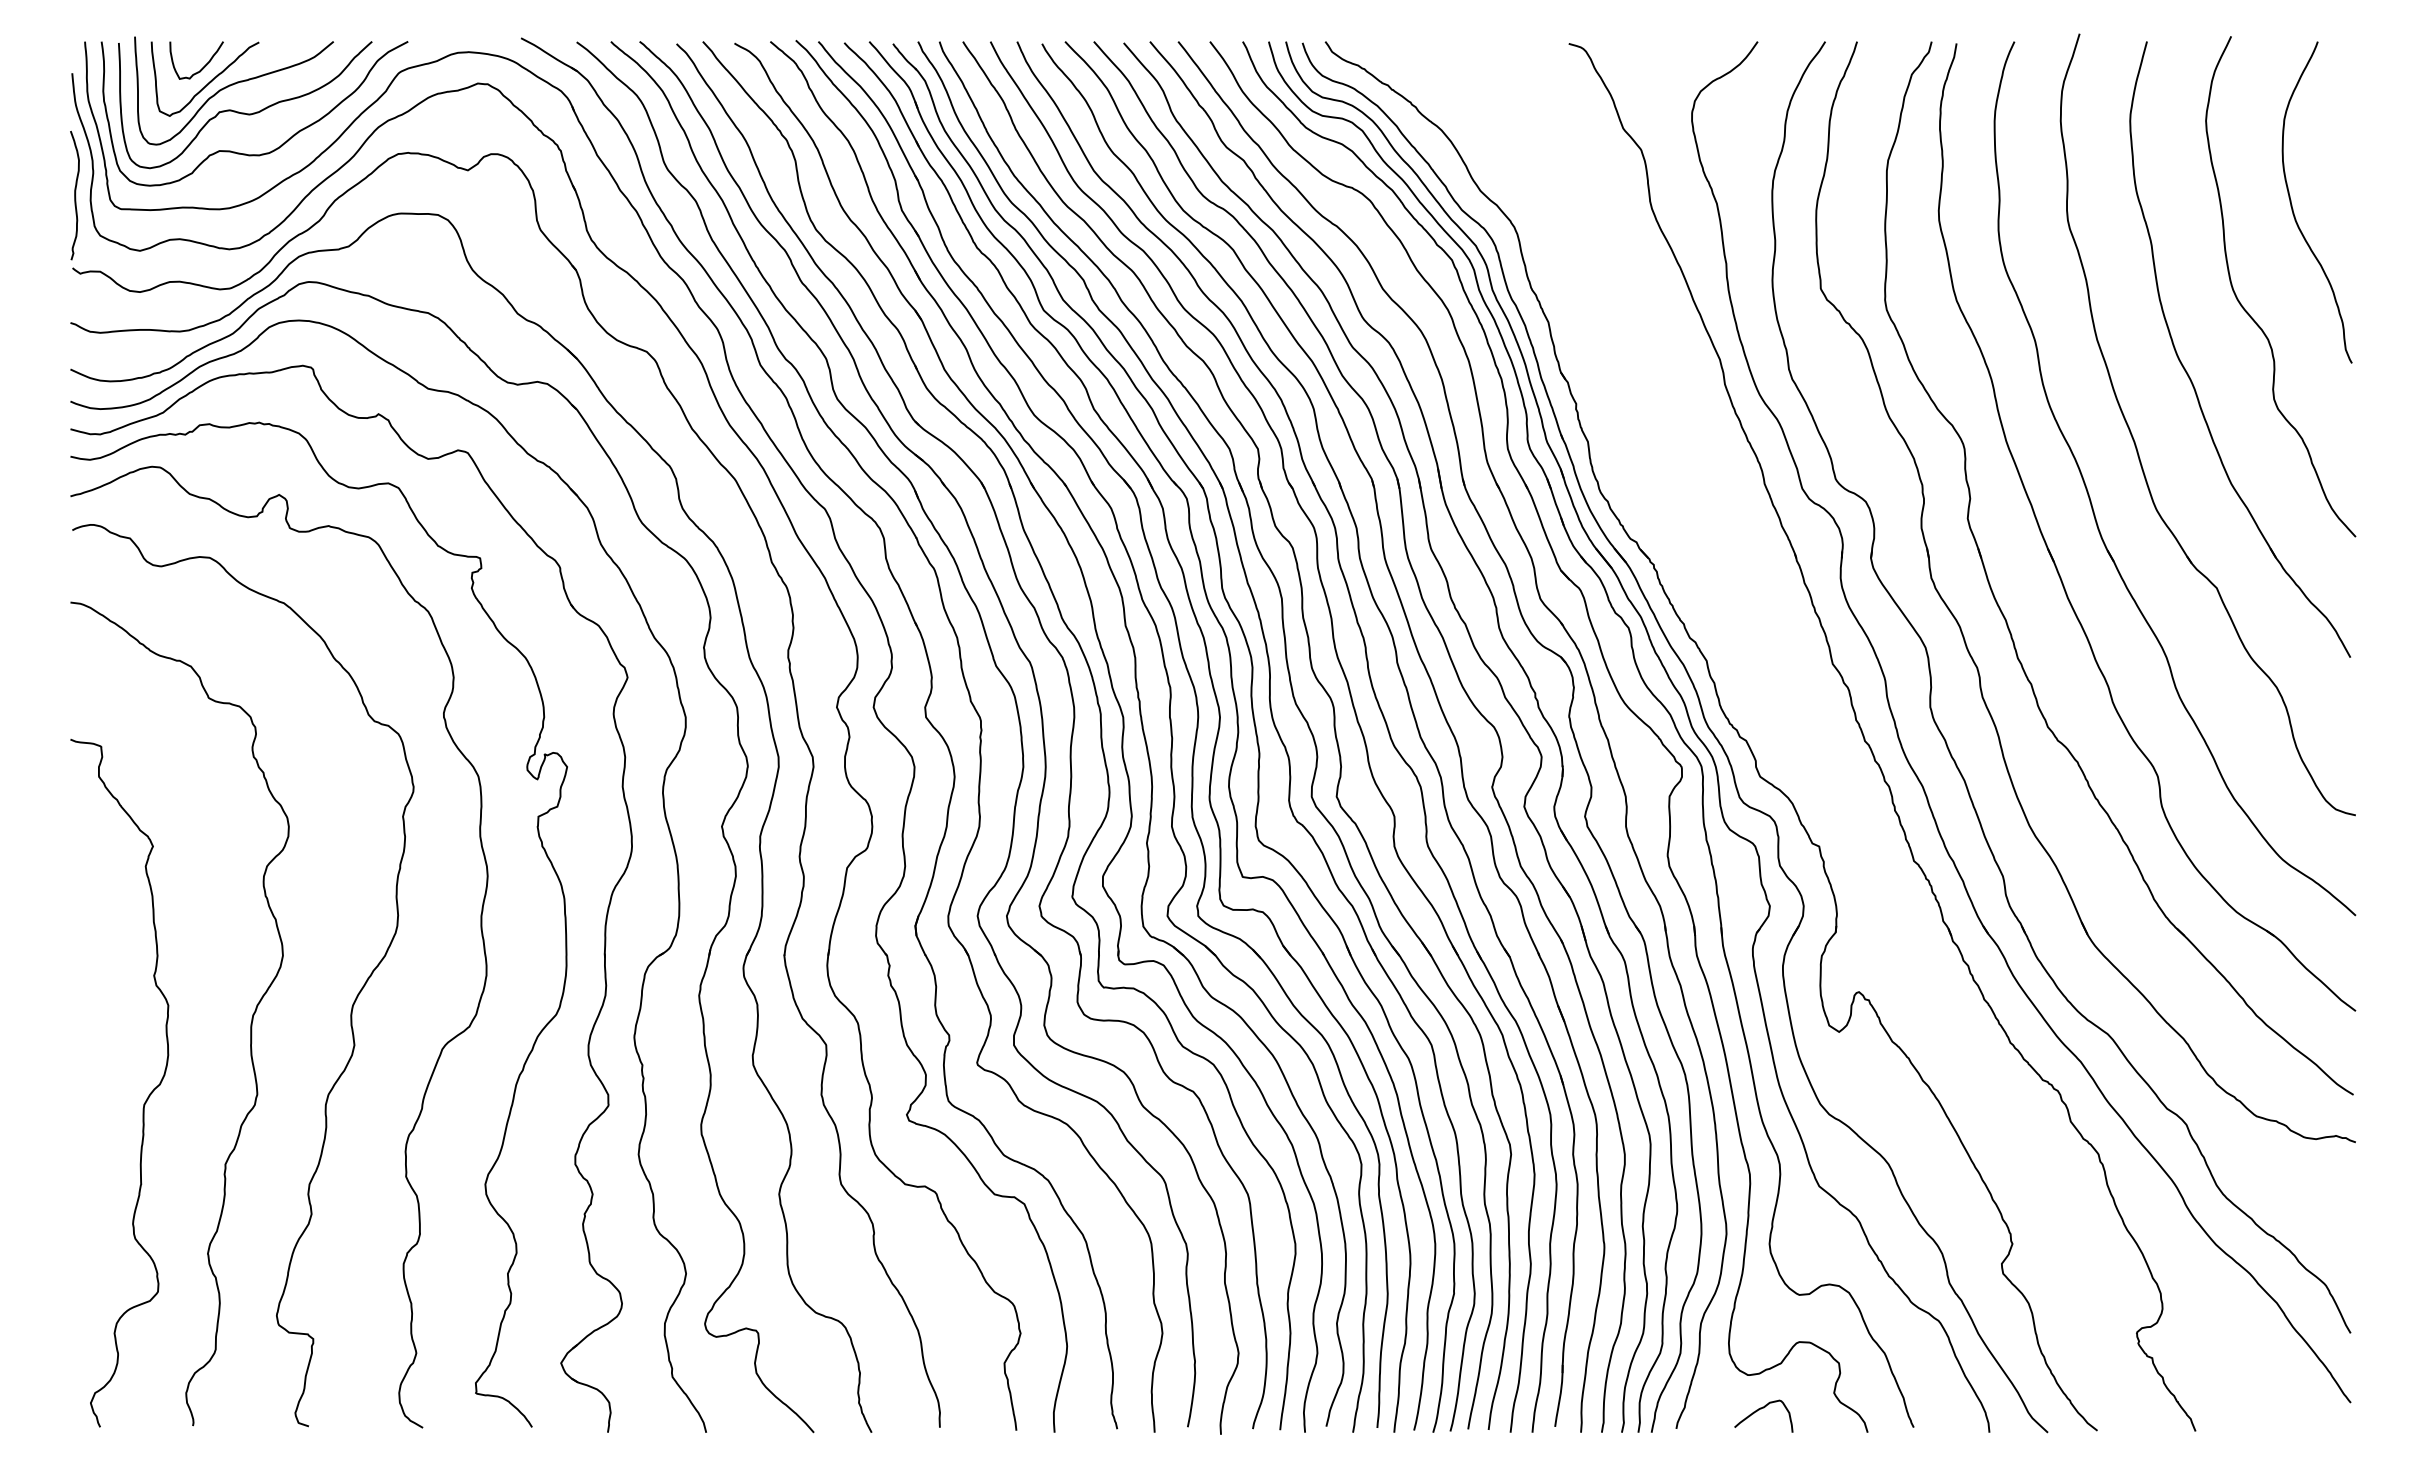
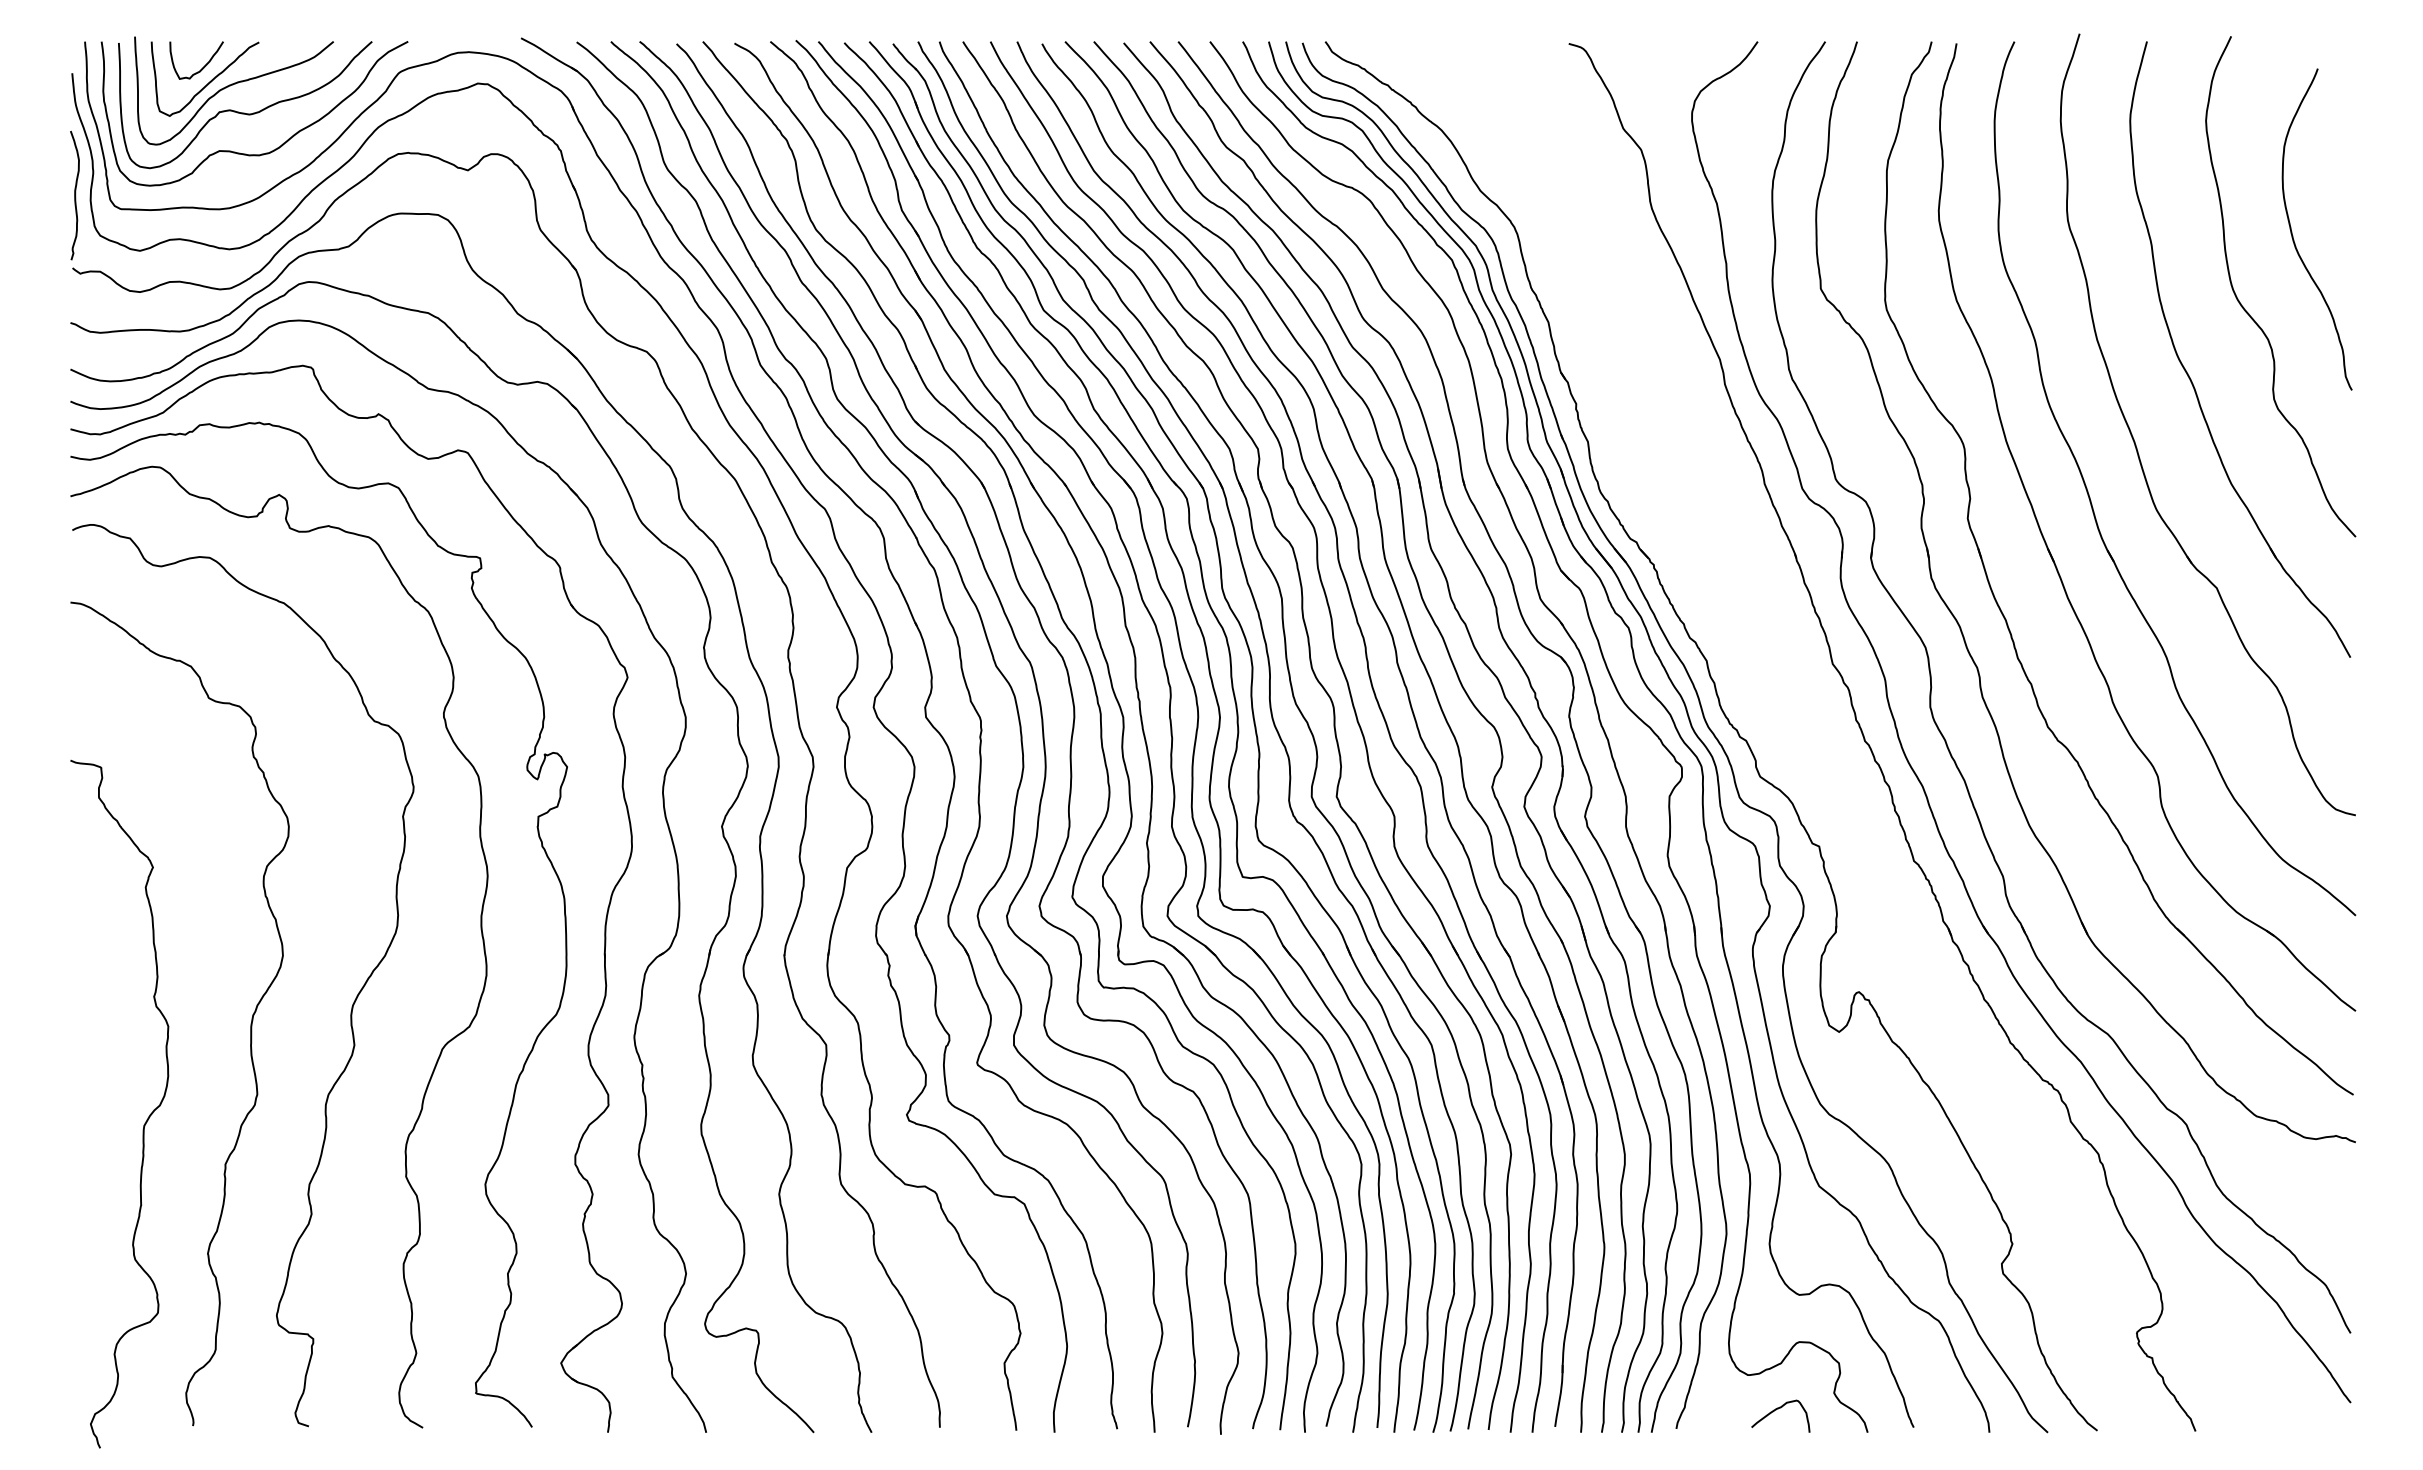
curve at (2293, 208) position: (2293, 208) -> (2293, 235)
curve at (146, 1098) position: (146, 1098) -> (146, 1119)
curve at (1761, 1409) position: (1761, 1409) -> (1778, 1409)
